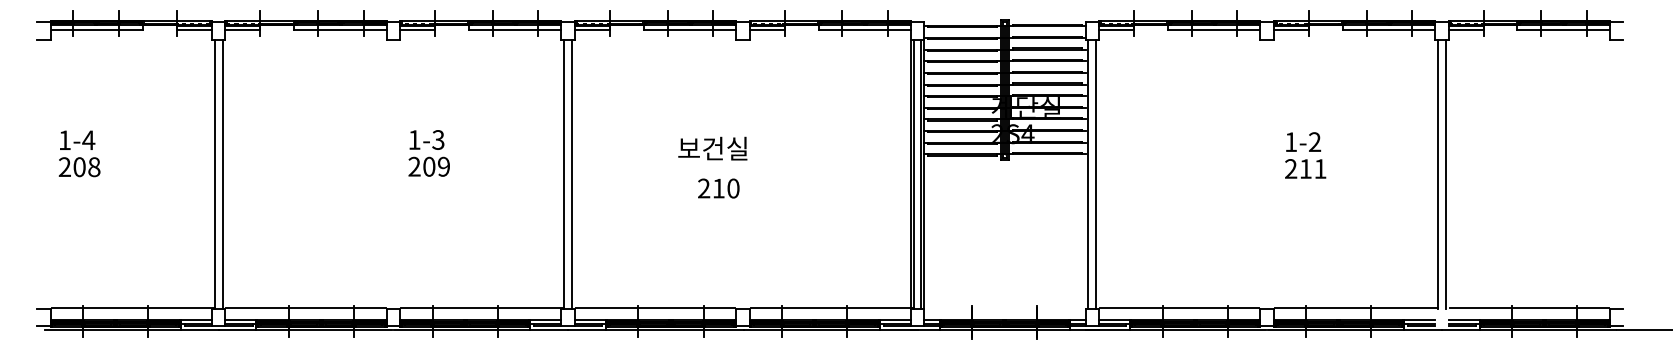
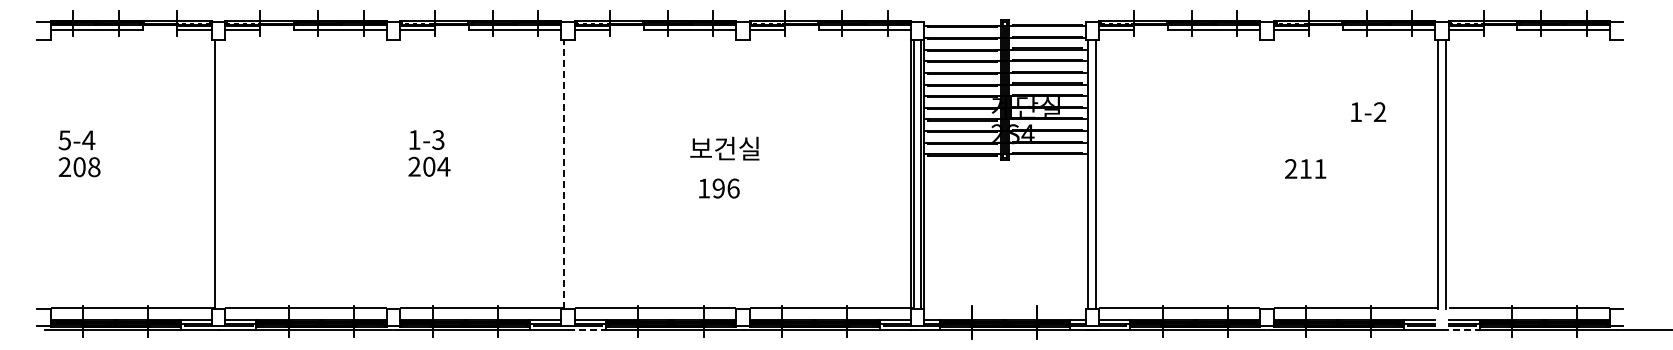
text at (64, 140): 1-4 -> 5-4
text at (1303, 141) position: (1303, 141) -> (1368, 111)
text at (712, 148) position: (712, 148) -> (724, 148)
text at (443, 166): 209 -> 204
line at (222, 173): present -> none
line at (564, 173): solid -> dashed
line at (571, 173): present -> none
text at (718, 188): 210 -> 196
line at (587, 330): solid -> dashed
line at (1460, 330): solid -> dashed
